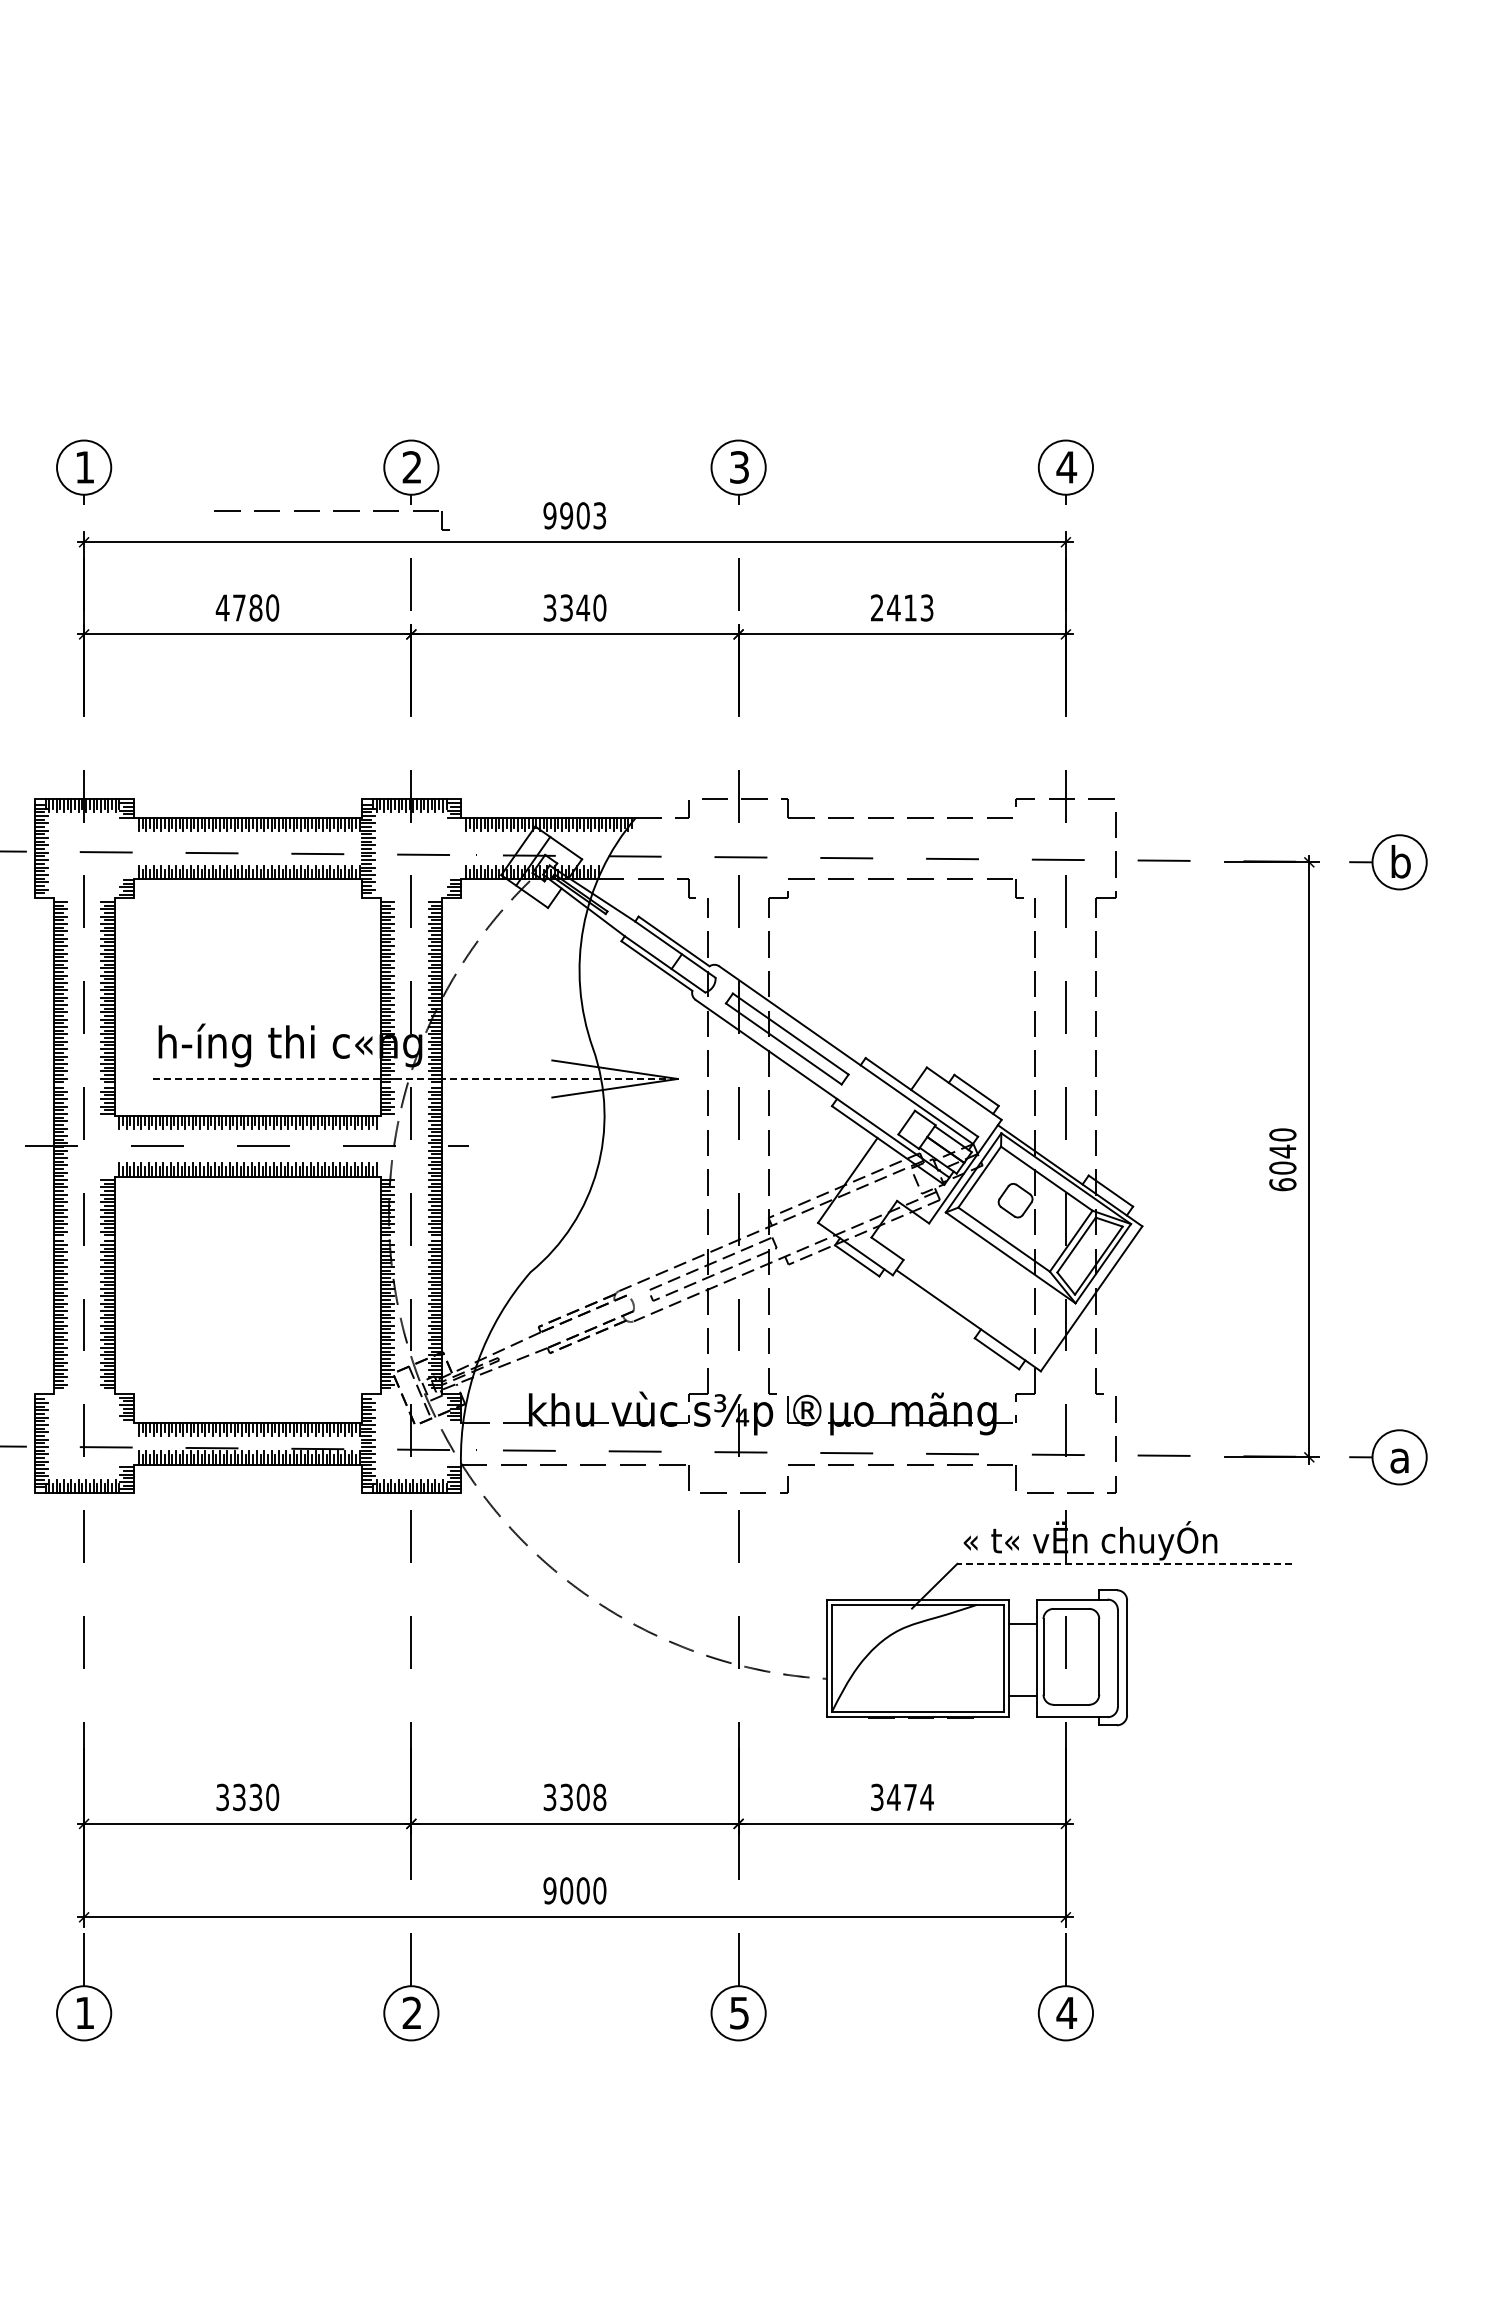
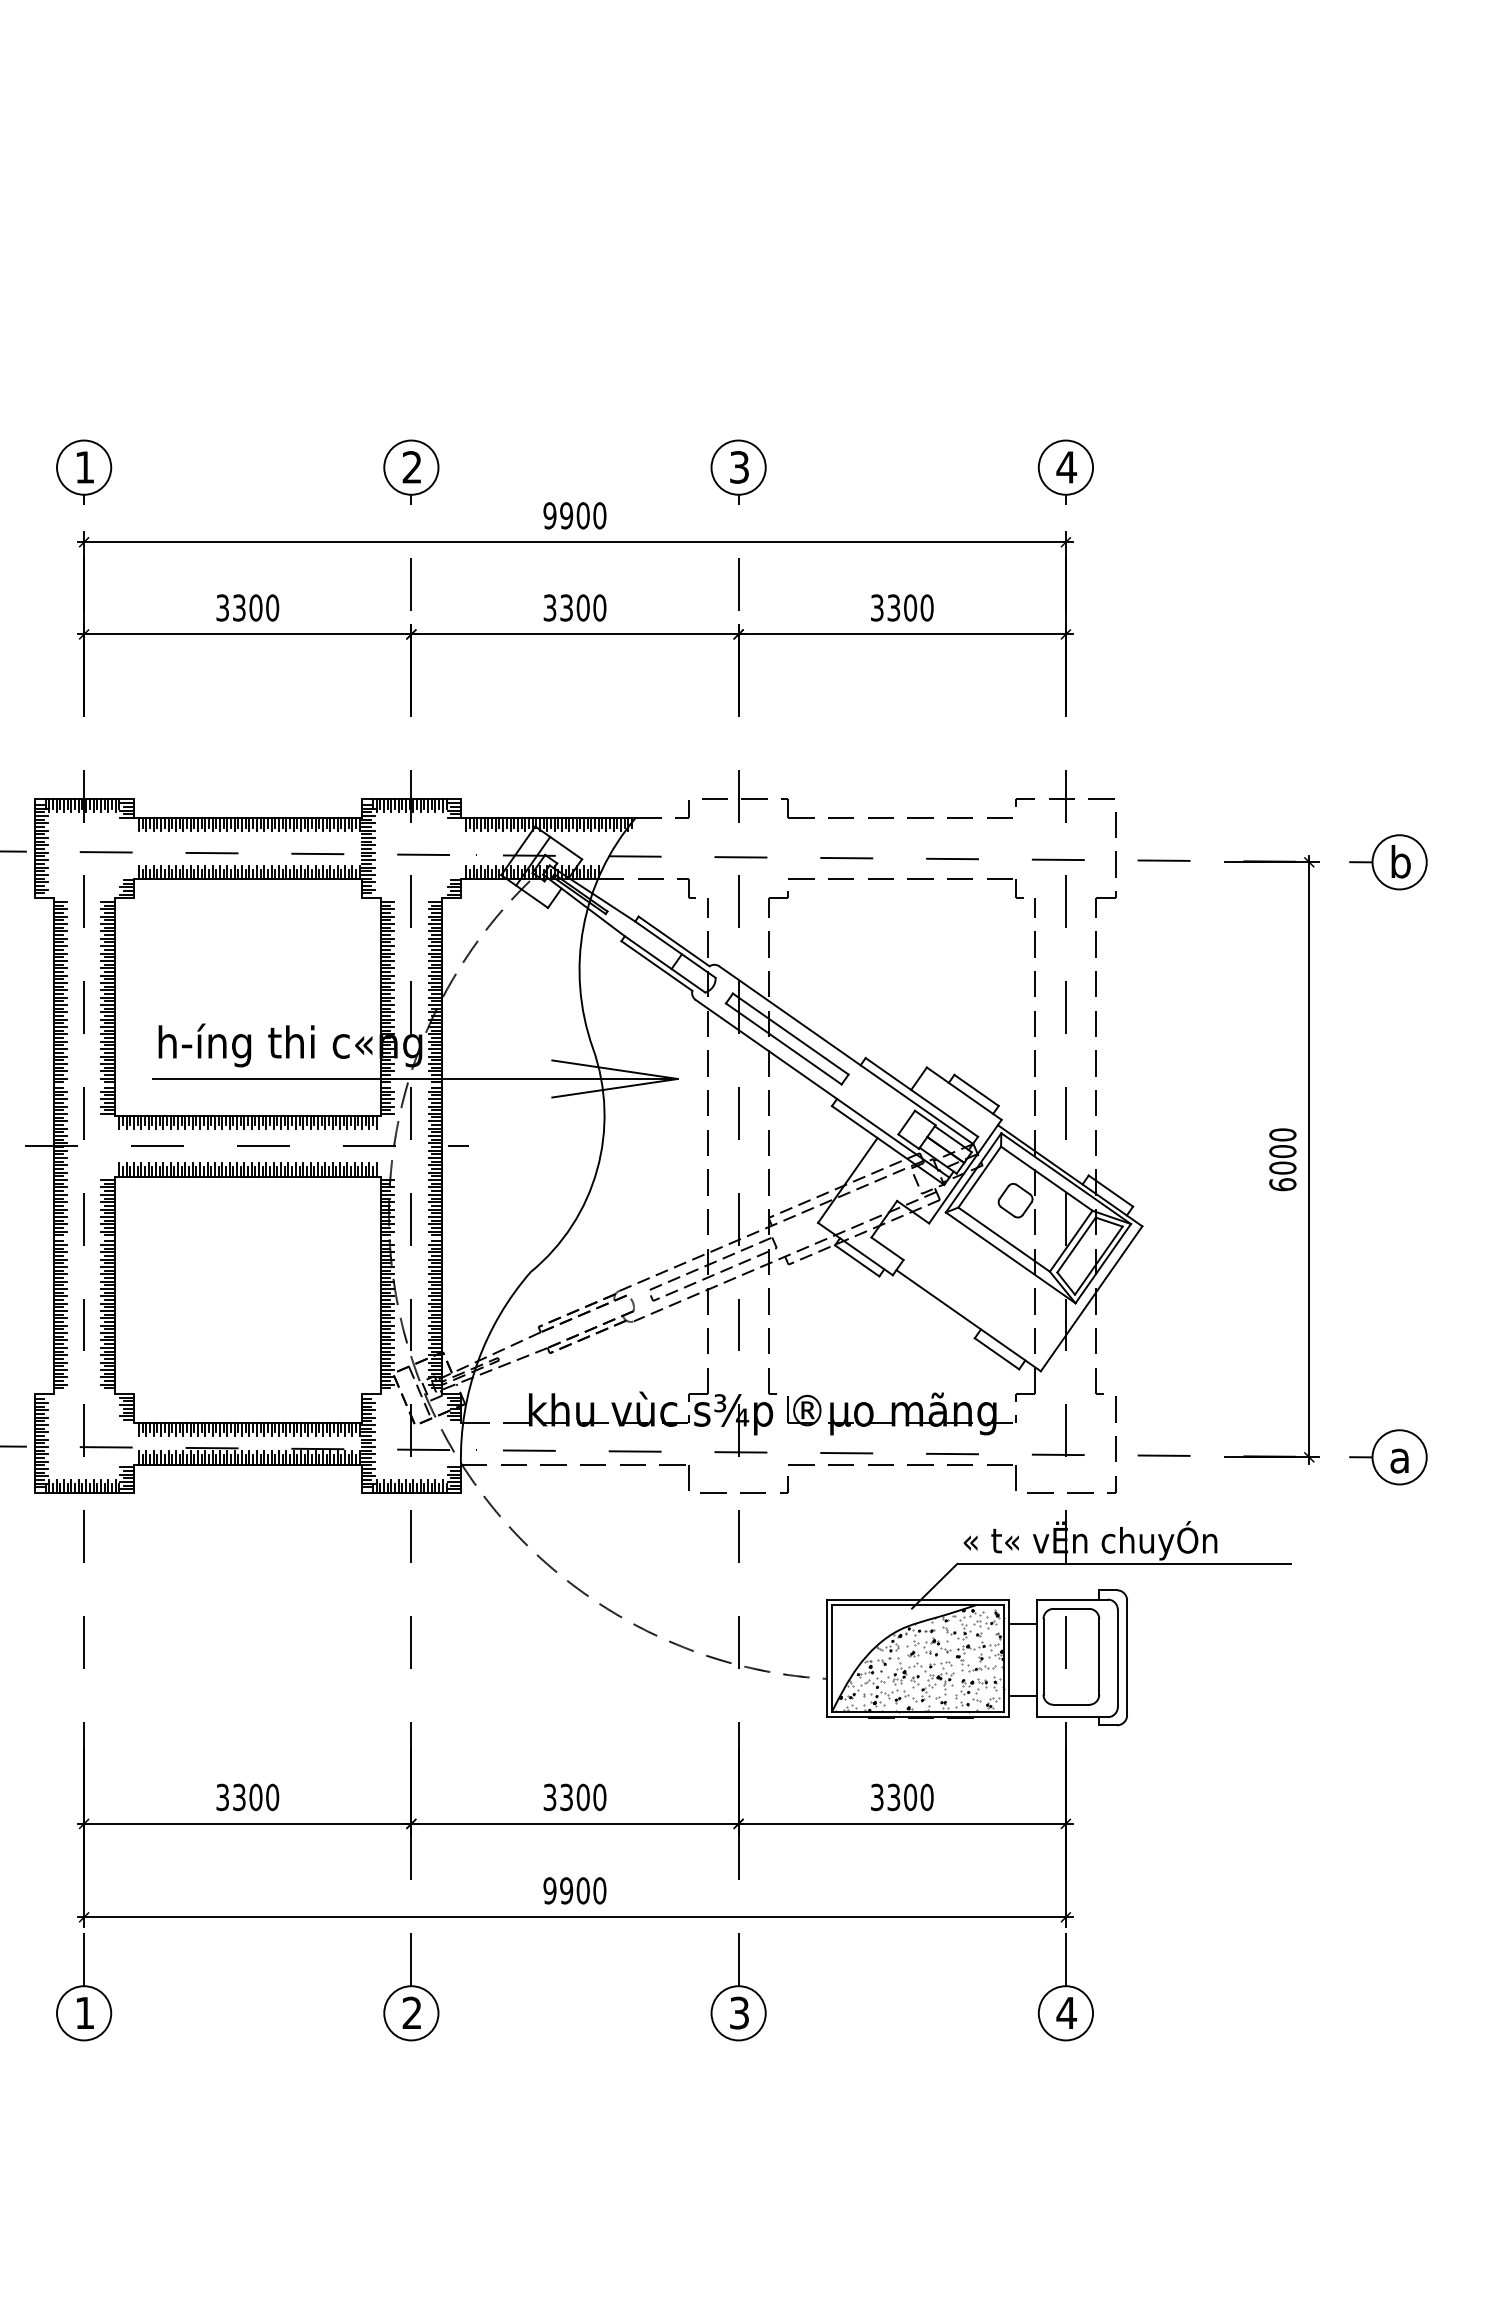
part at (333, 511): present -> none
text at (599, 515): 9903 -> 9900
text at (238, 607): 4780 -> 3300
text at (583, 607): 3340 -> 3300
text at (902, 607): 2413 -> 3300
line at (414, 1079): dashed -> solid
text at (1282, 1151): 6040 -> 6000
line at (1124, 1563): dashed -> solid
hatch at (920, 1659): none -> present
text at (255, 1797): 3330 -> 3300
text at (599, 1797): 3308 -> 3300
text at (910, 1797): 3474 -> 3300
text at (566, 1890): 9000 -> 9900
text at (739, 2012): 5 -> 3
